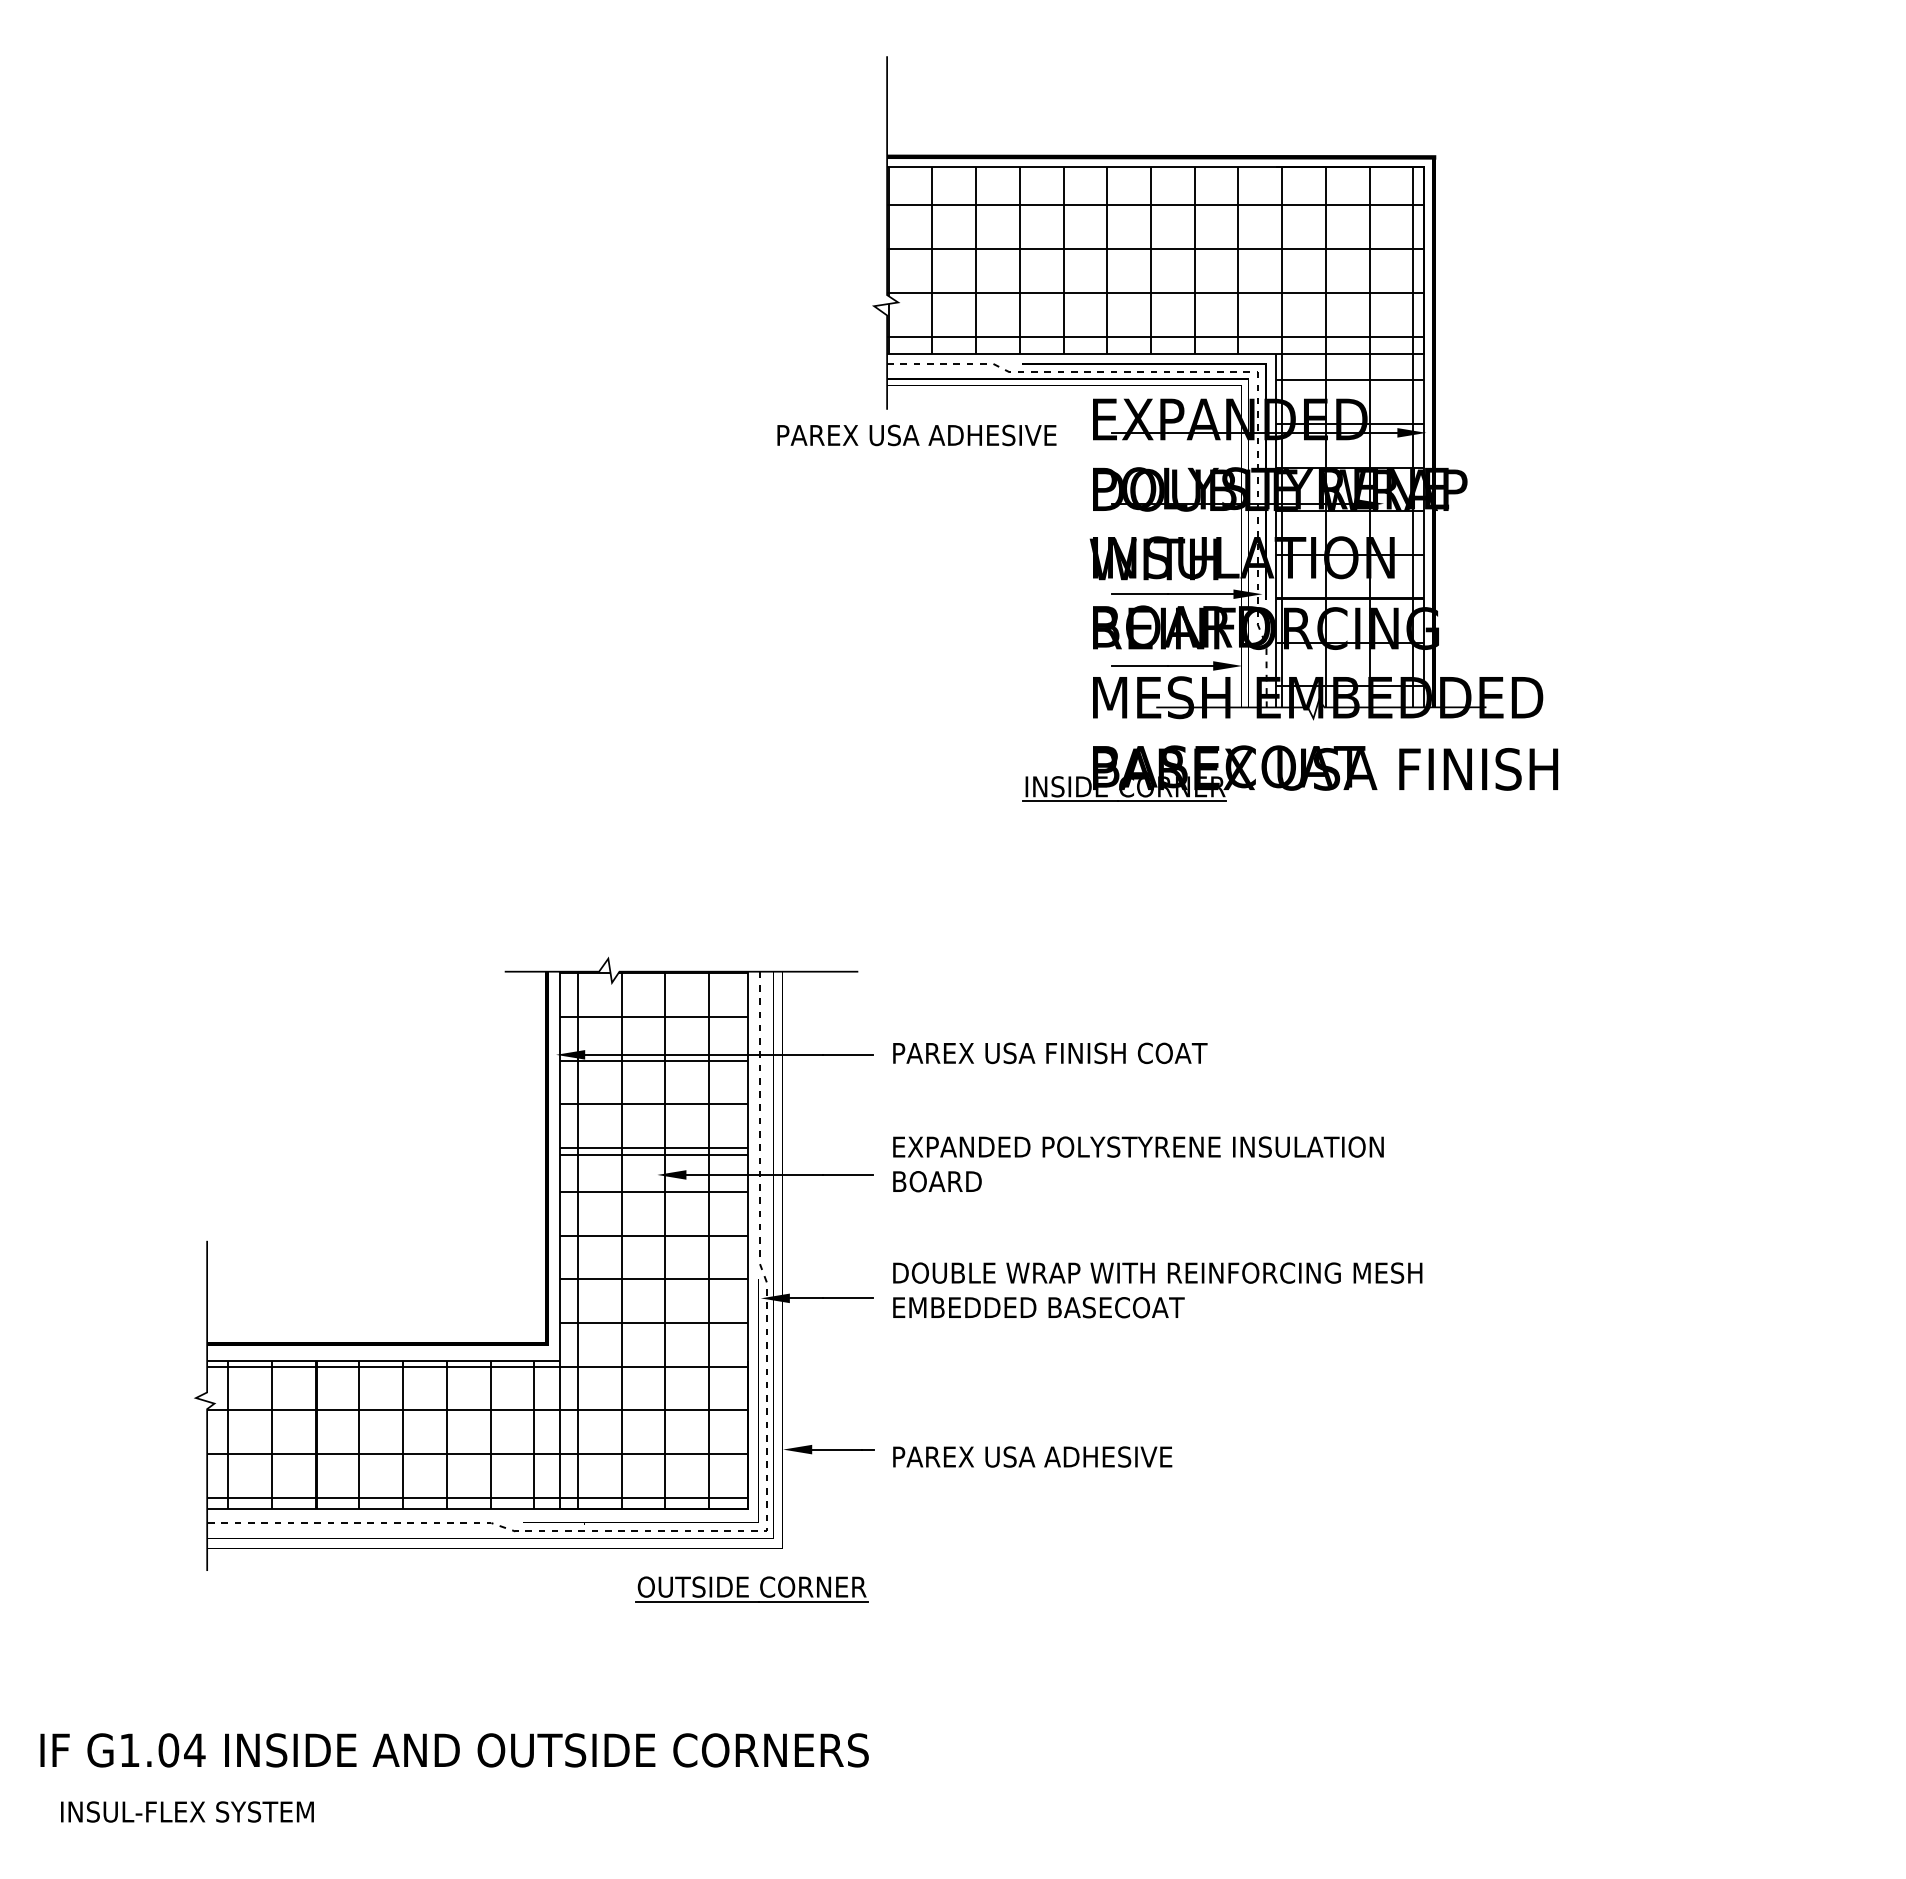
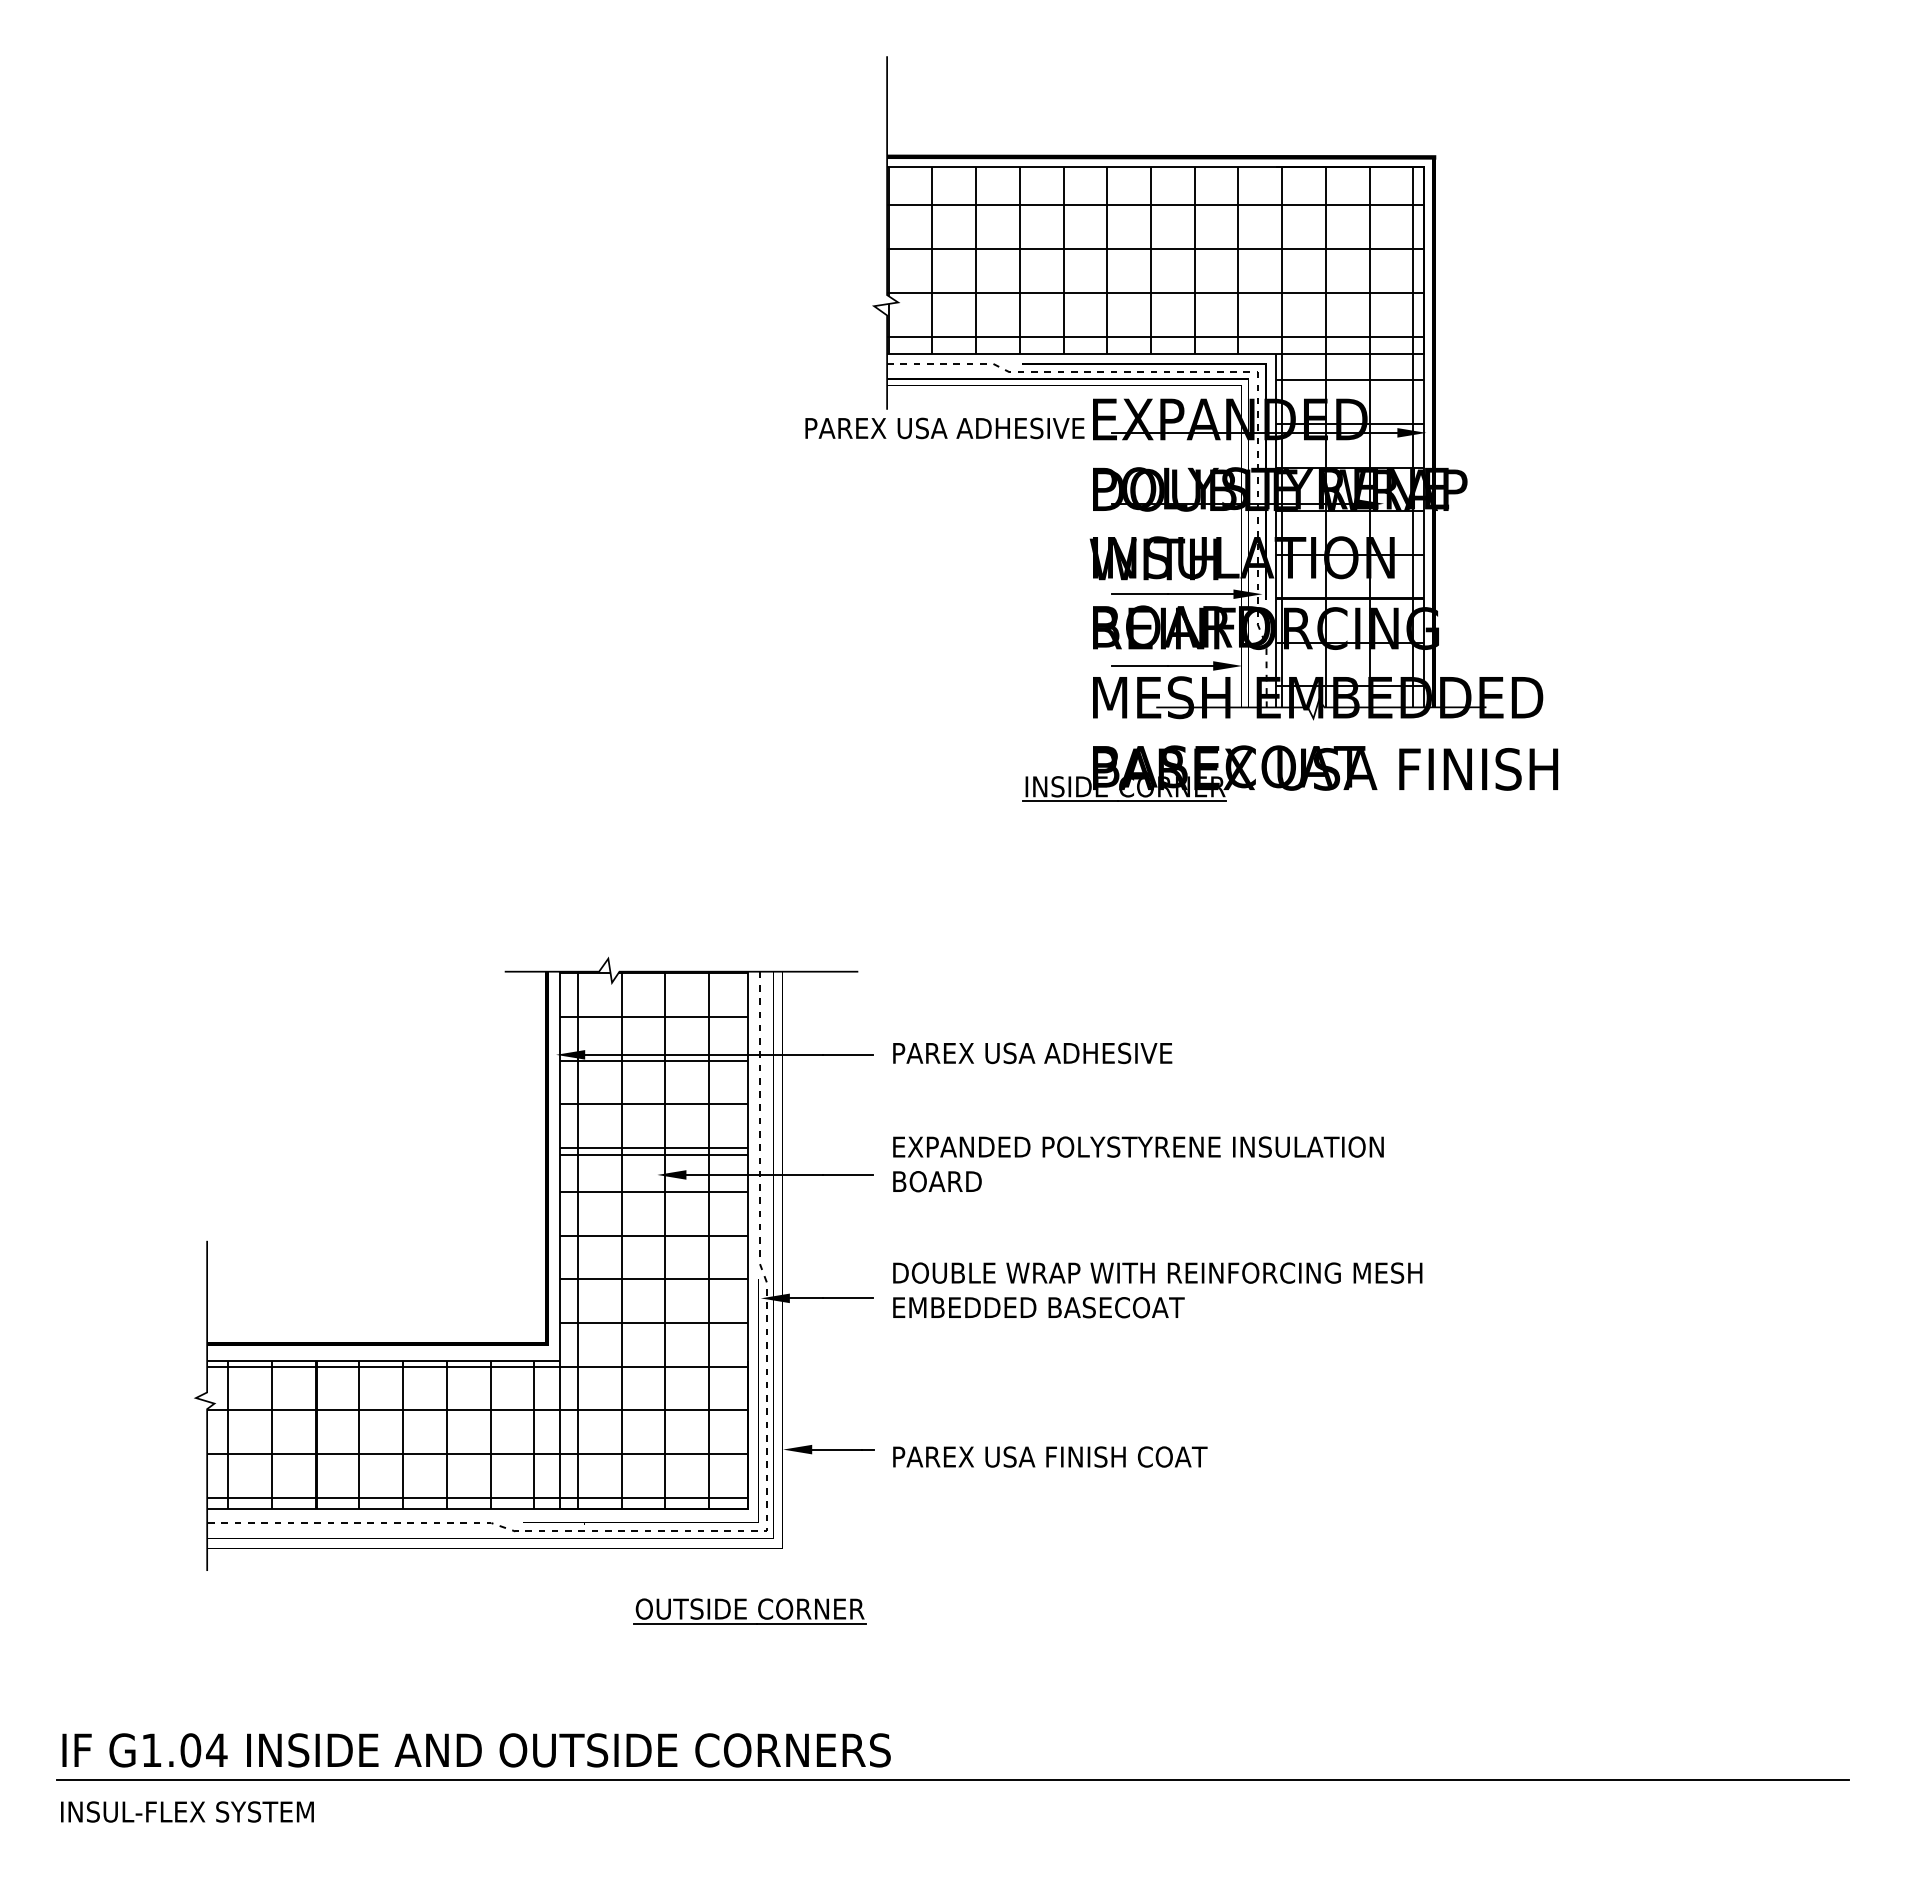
text at (916, 435) position: (916, 435) -> (944, 428)
text at (1125, 1053): PAREX USA FINISH COAT -> PAREX USA ADHESIVE
text at (1125, 1456): PAREX USA ADHESIVE -> PAREX USA FINISH COAT
part at (751, 1589) position: (751, 1589) -> (749, 1611)
text at (454, 1750) position: (454, 1750) -> (476, 1750)
line at (952, 1780): none -> present
